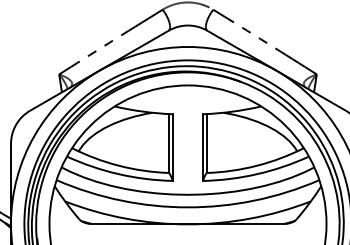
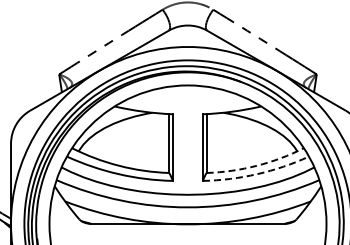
arc at (256, 165): solid -> dashed
arc at (257, 174): solid -> dashed
